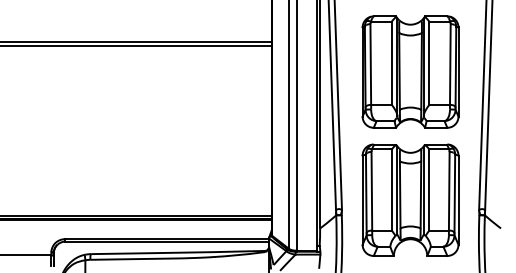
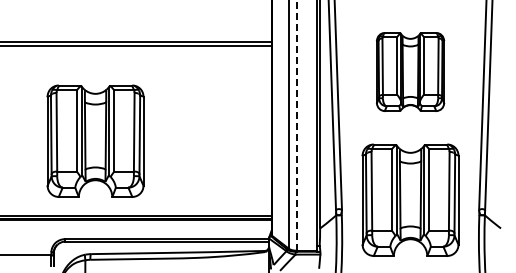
part at (410, 71) size: 99x114 px -> 70x80 px
line at (296, 125): solid -> dashed
part at (95, 140): none -> present
